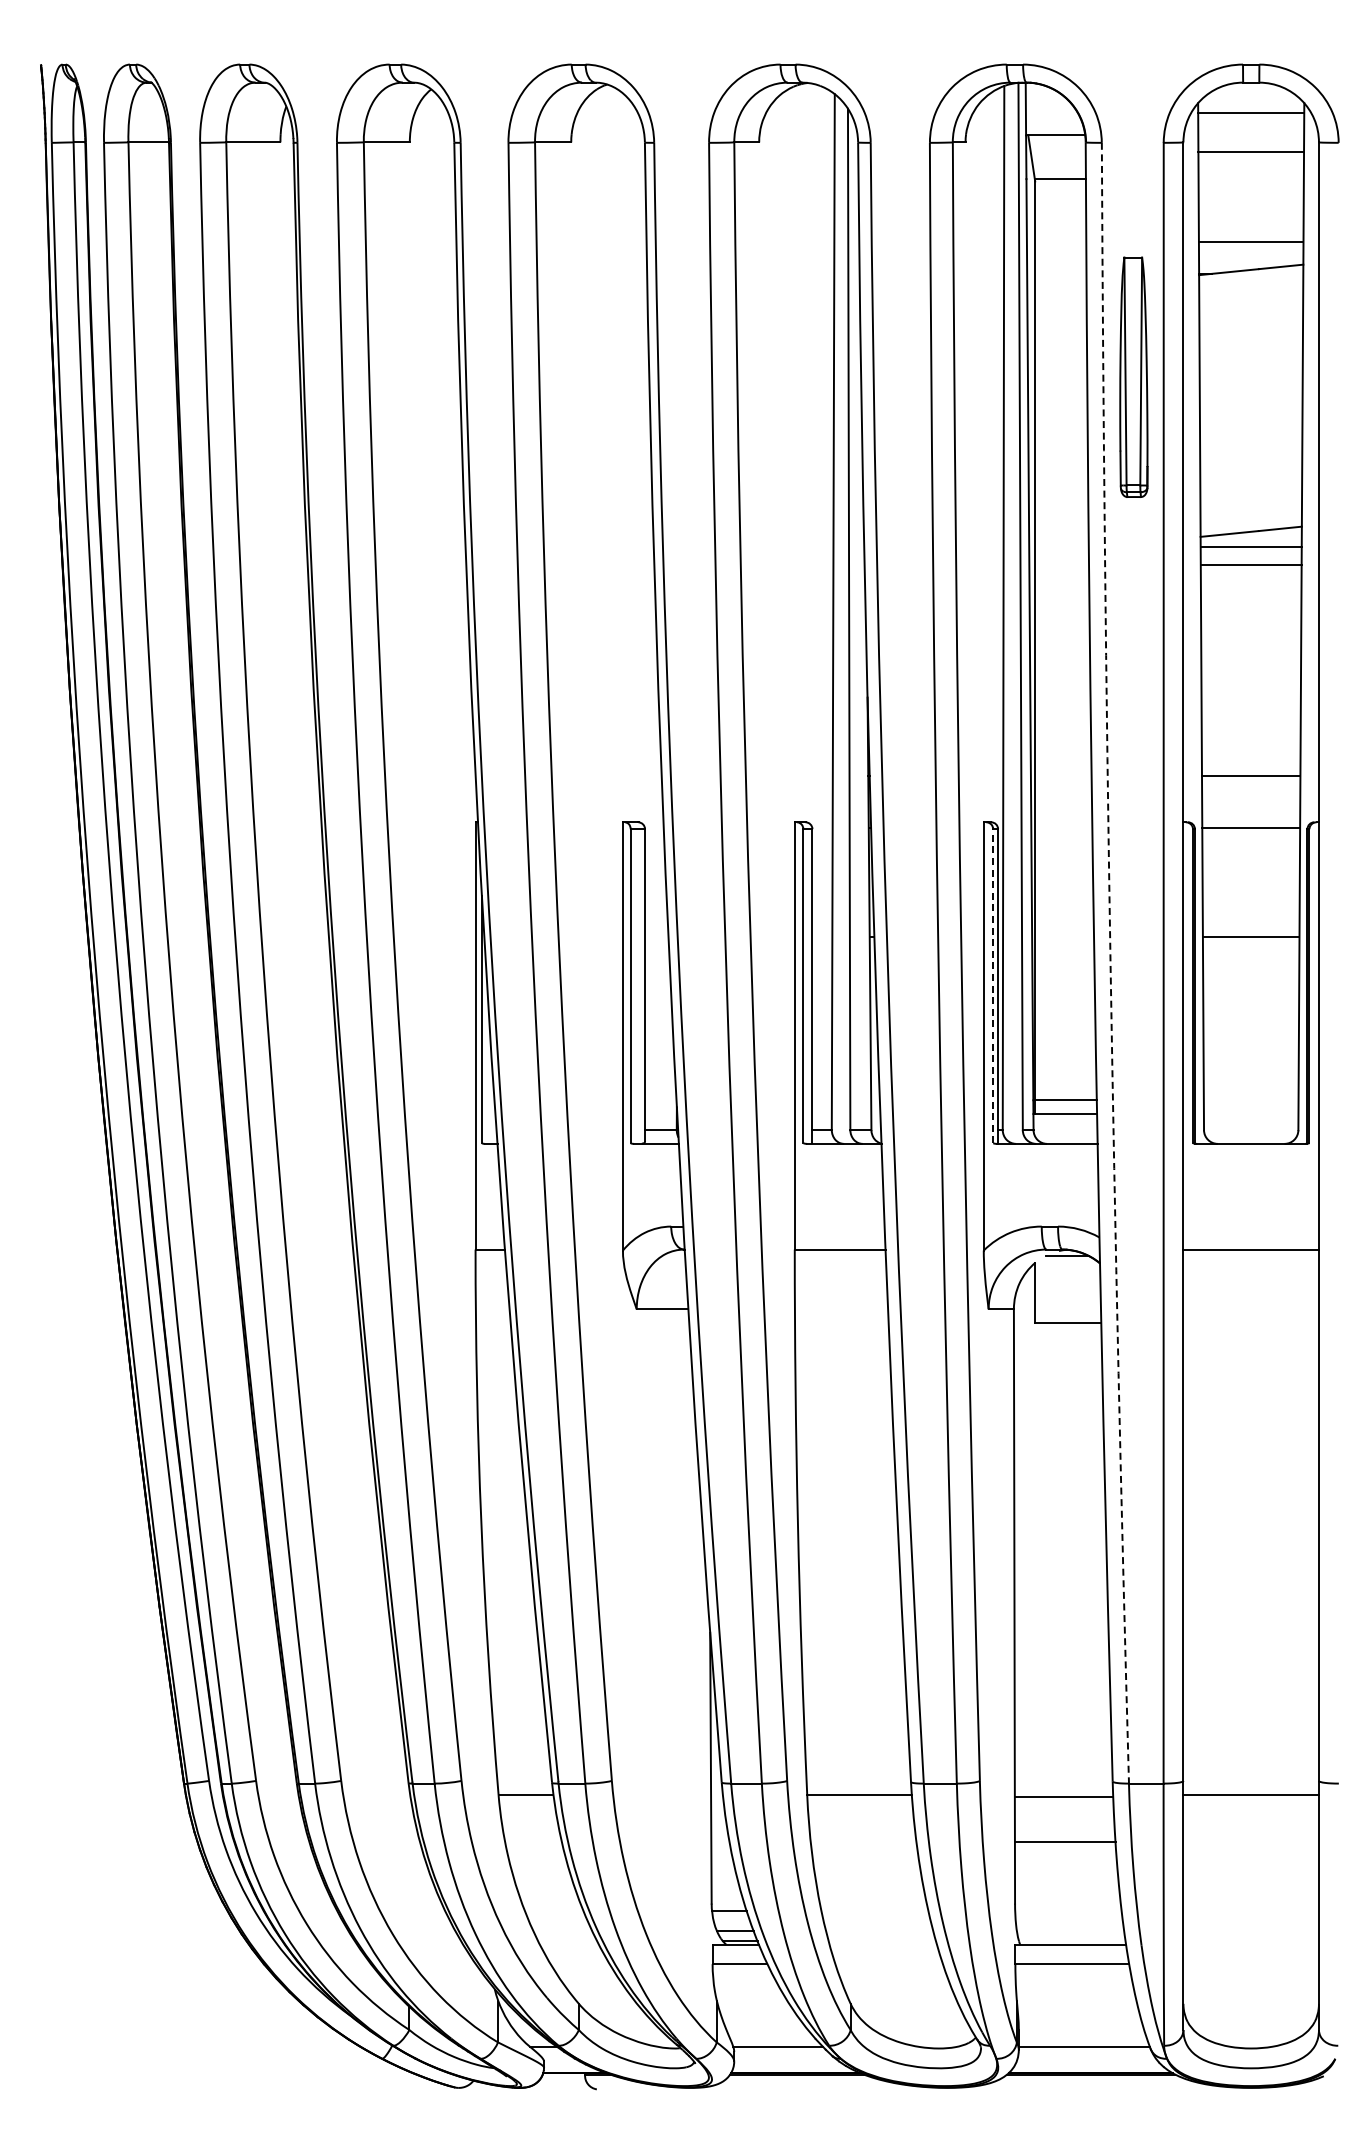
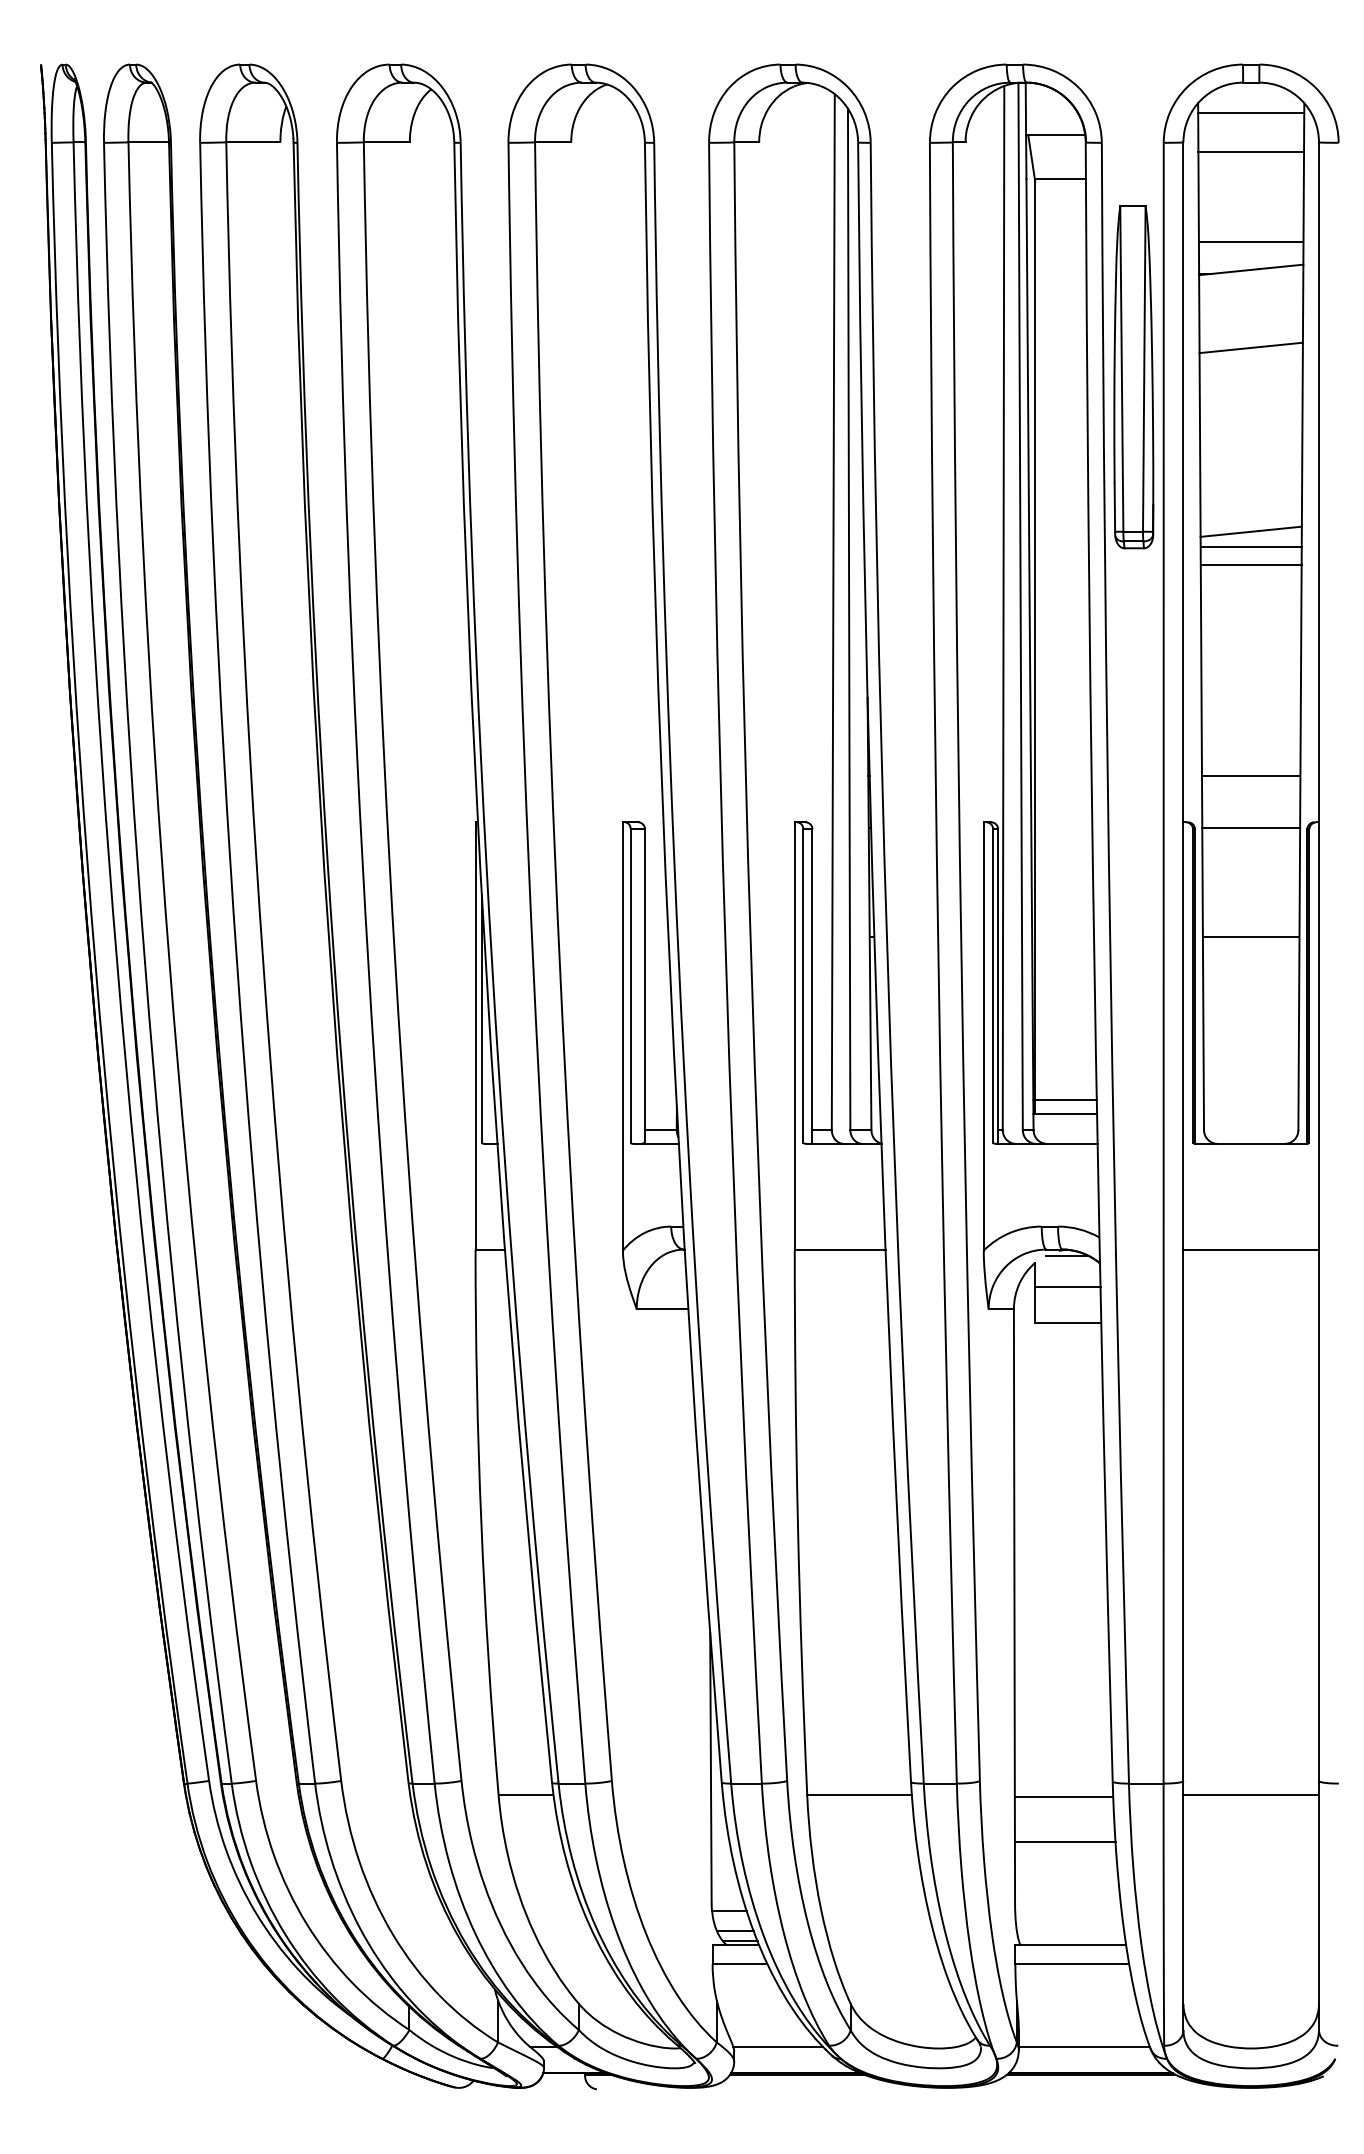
line at (1250, 347): none -> present
part at (1133, 376) size: 30x242 px -> 42x345 px
arc at (1110, 963): dashed -> solid
line at (993, 985): dashed -> solid
line at (1067, 1287): none -> present
